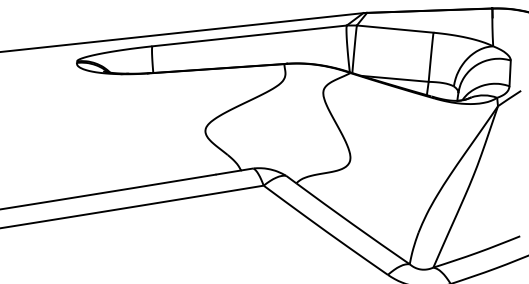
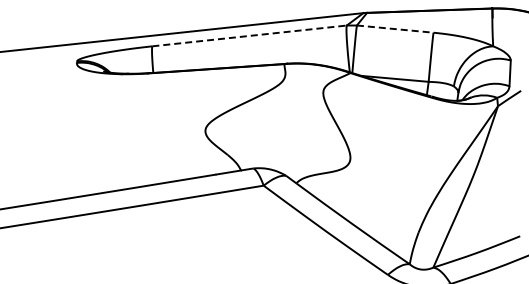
line at (395, 29): solid -> dashed
line at (249, 35): solid -> dashed
